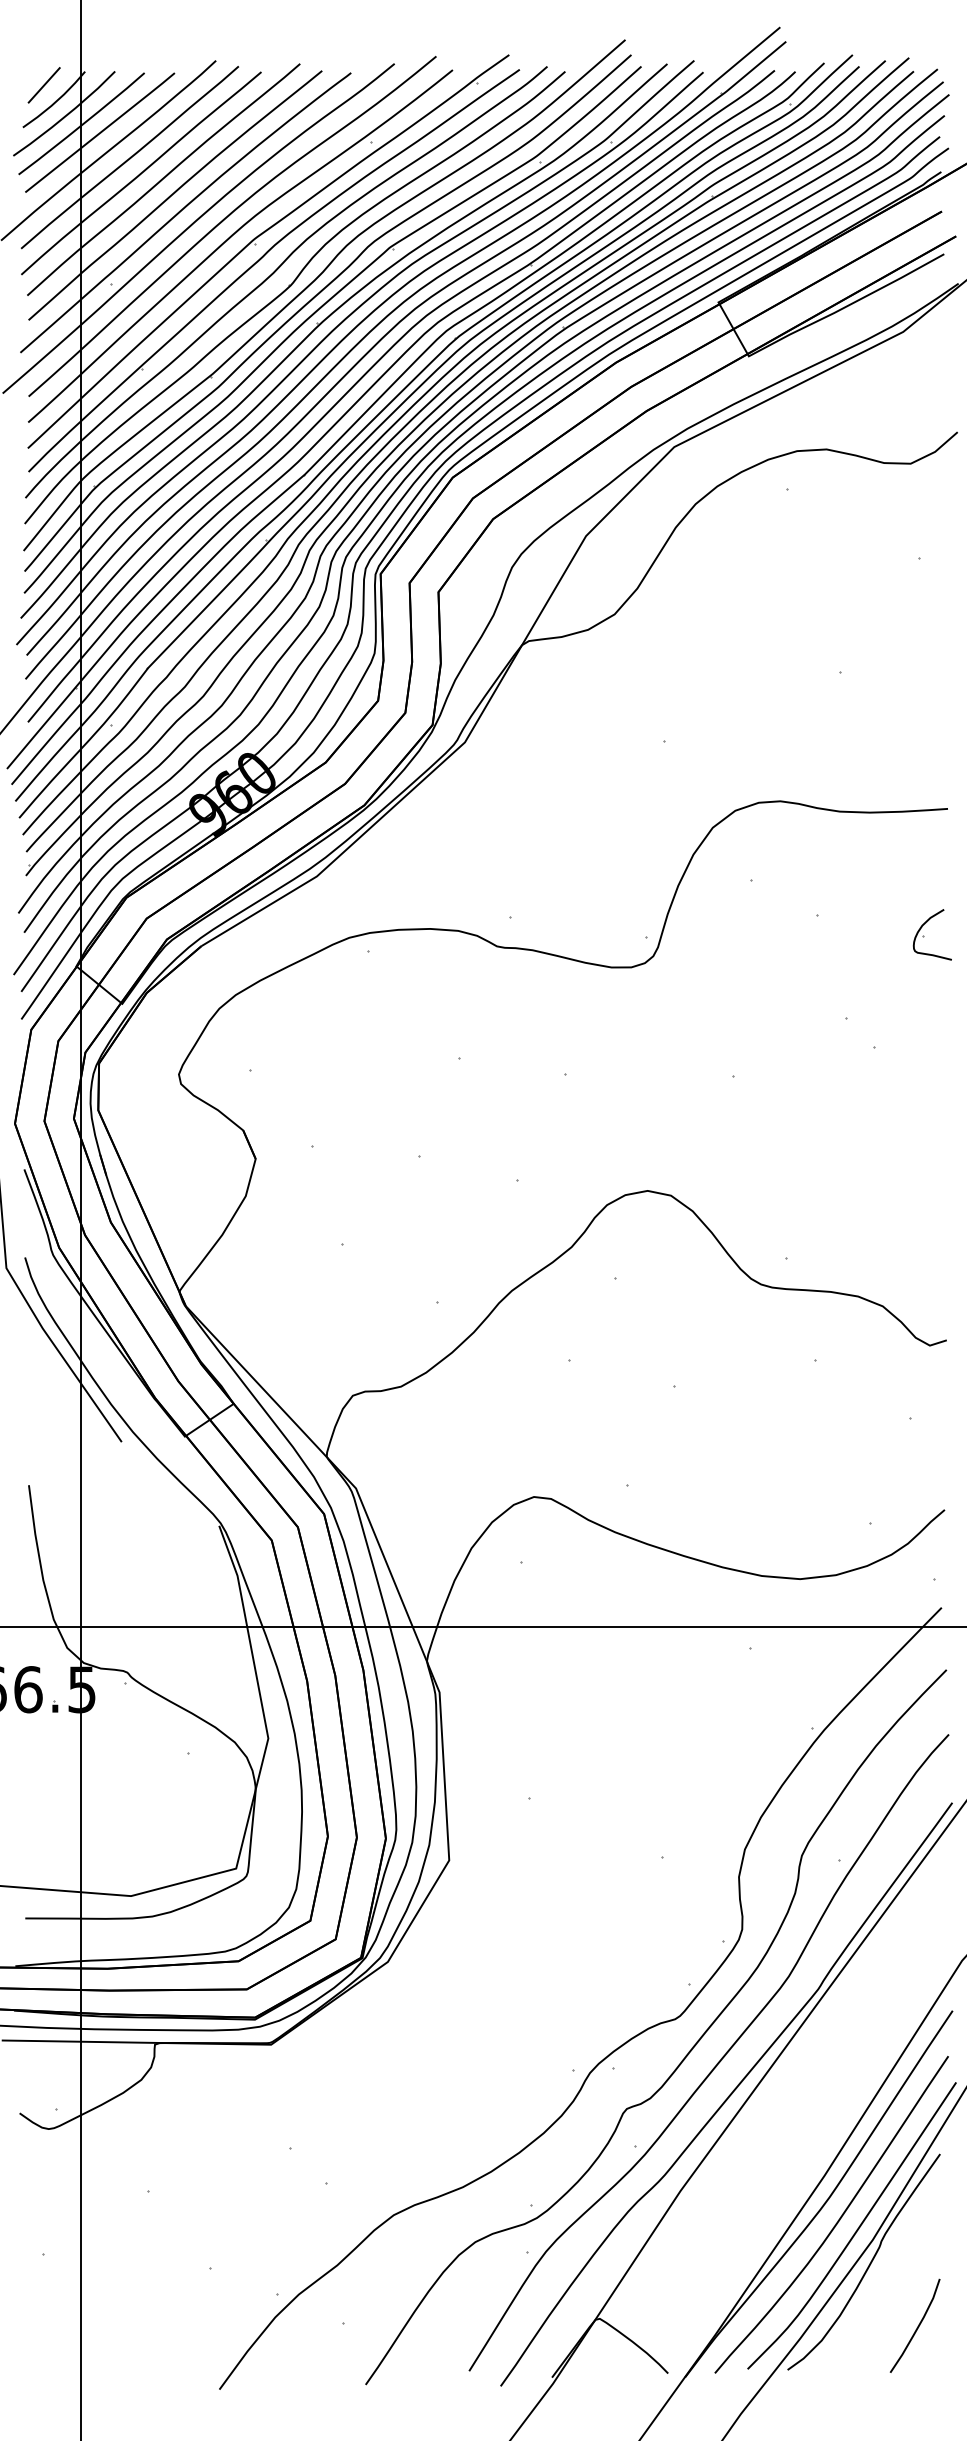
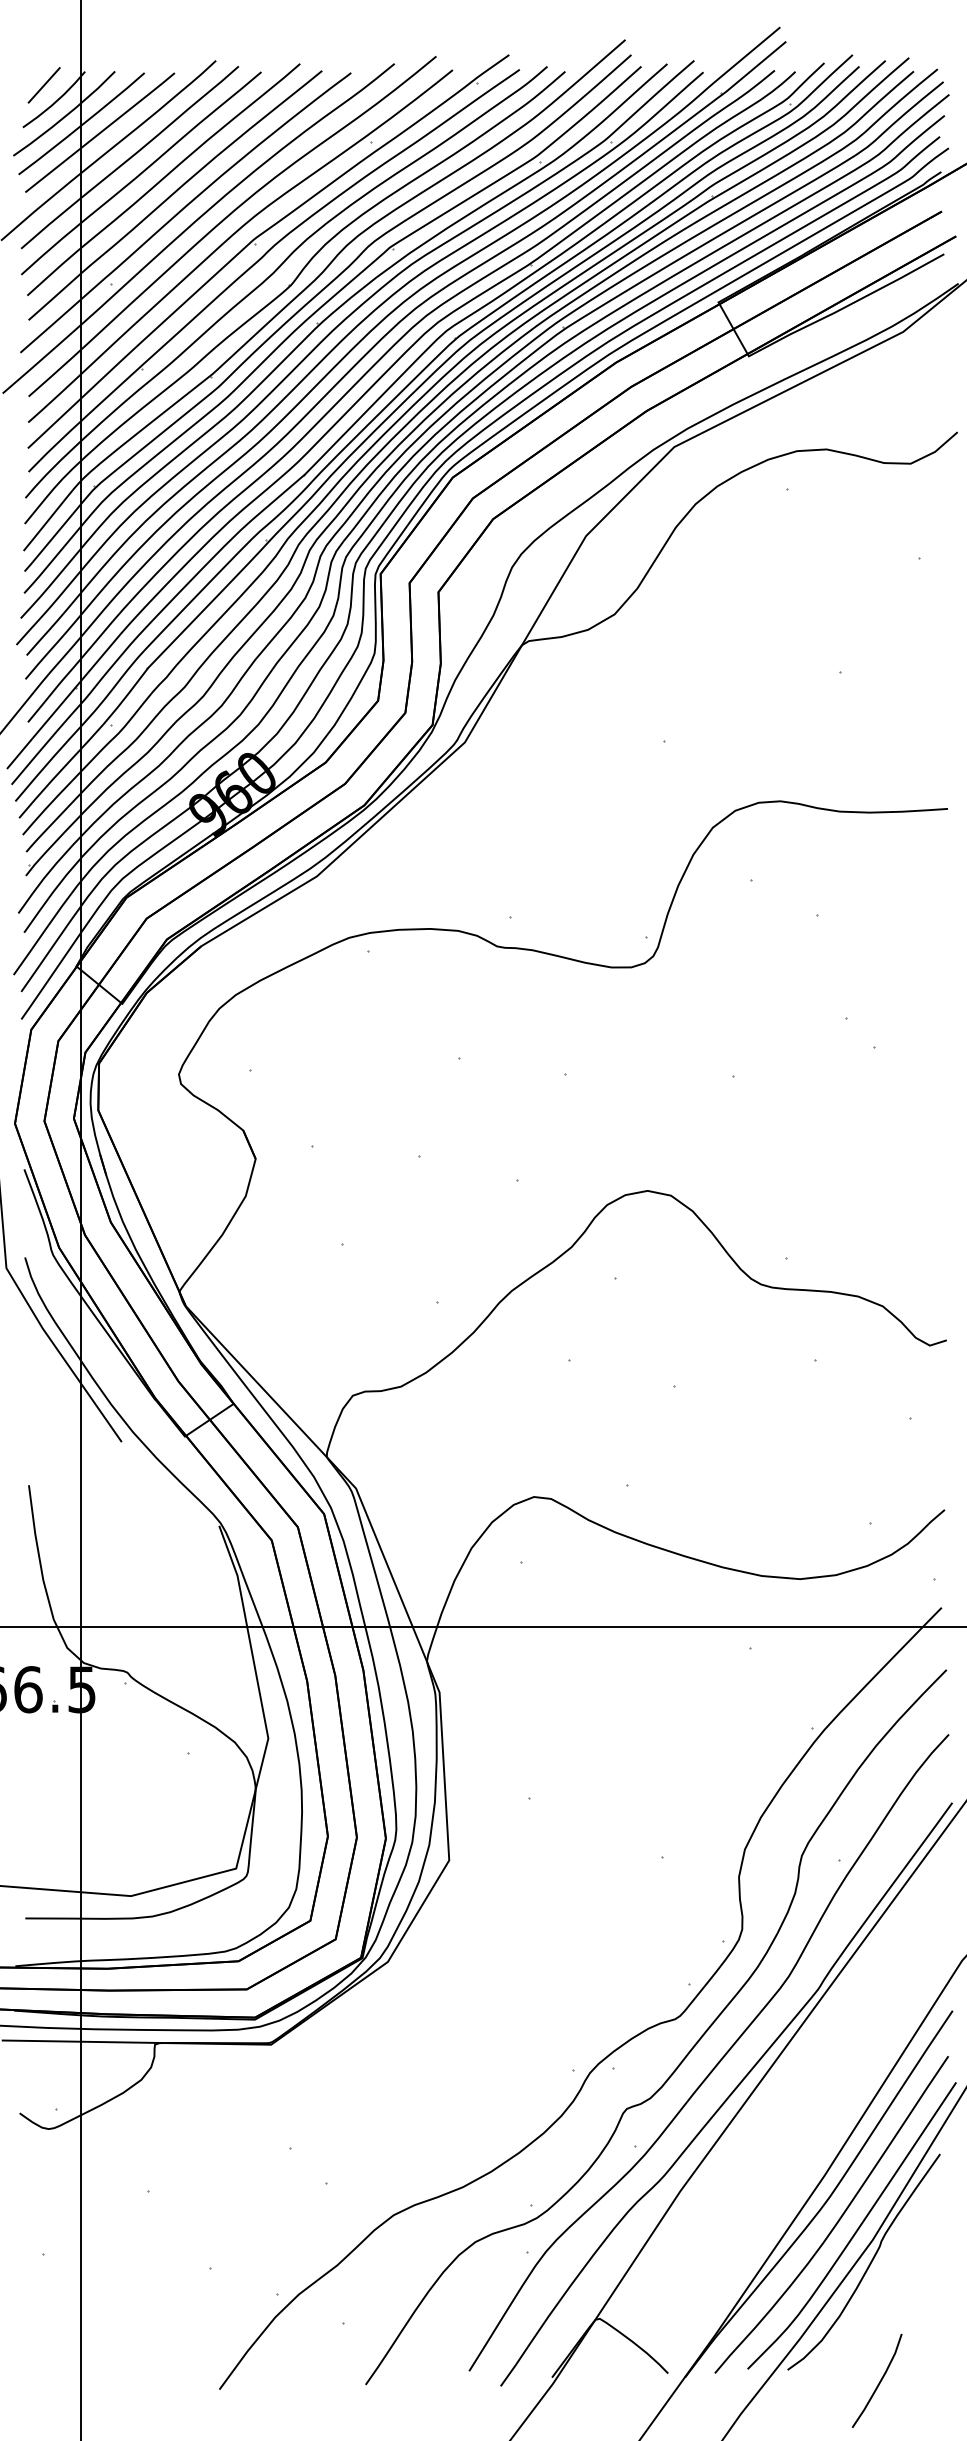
part at (924, 936): present -> none
curve at (916, 2327) position: (916, 2327) -> (878, 2382)
